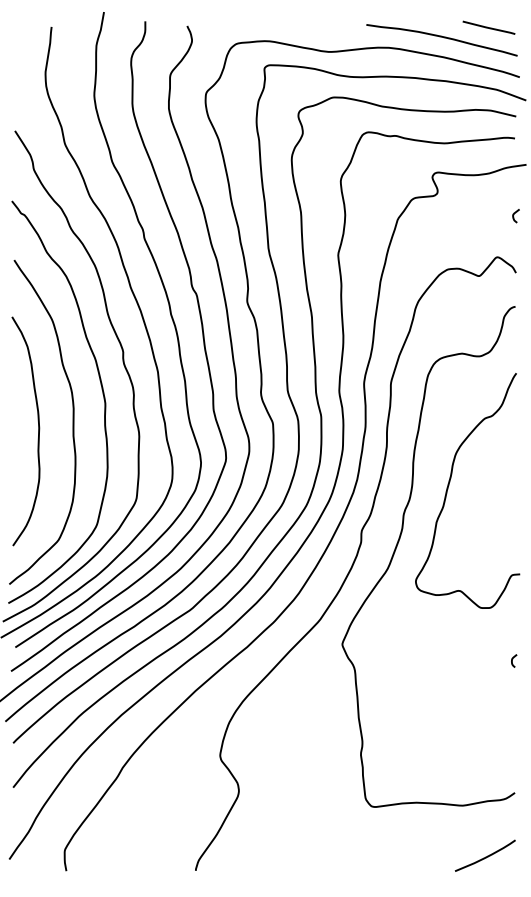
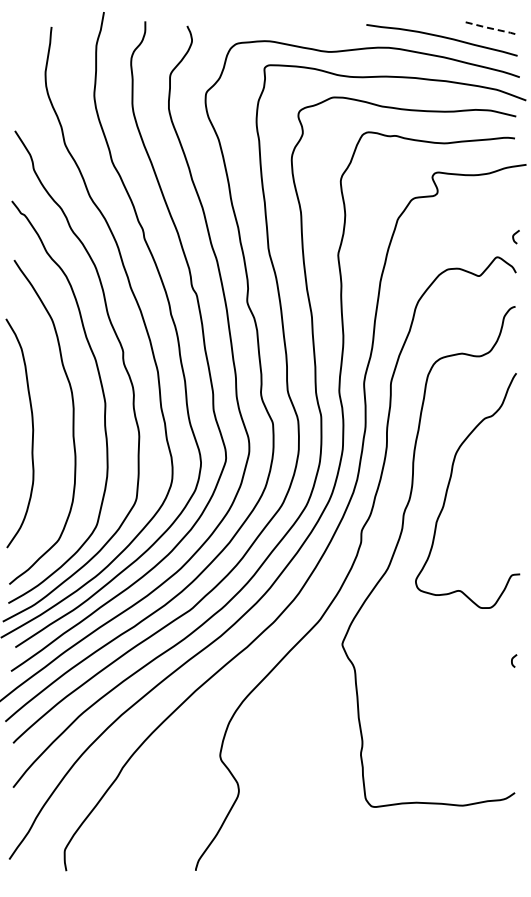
line at (488, 27): solid -> dashed
curve at (514, 215) position: (514, 215) -> (514, 236)
curve at (38, 431) position: (38, 431) -> (32, 433)
curve at (485, 856): present -> none
